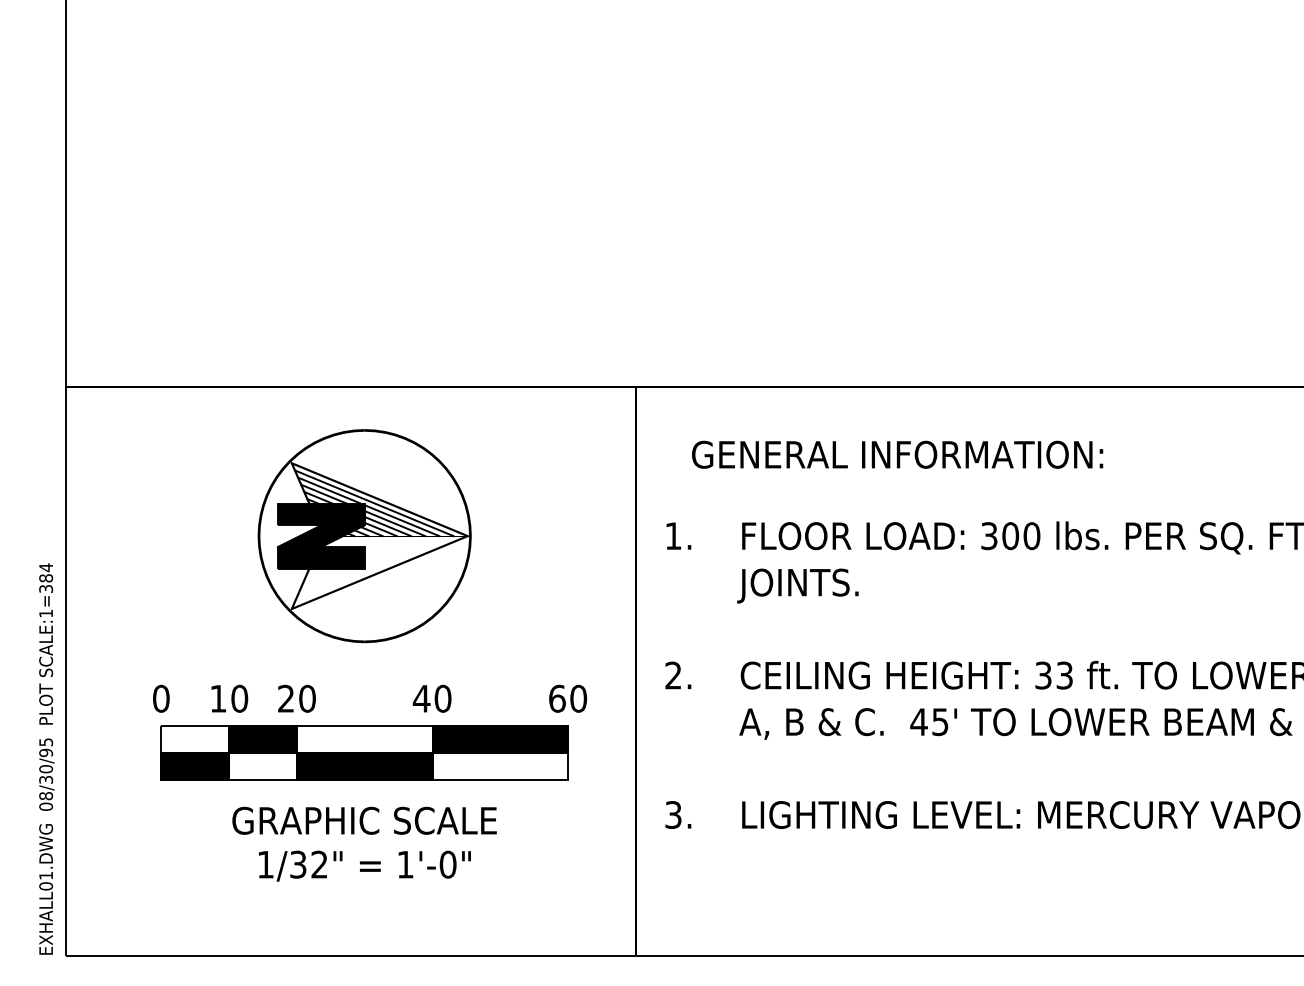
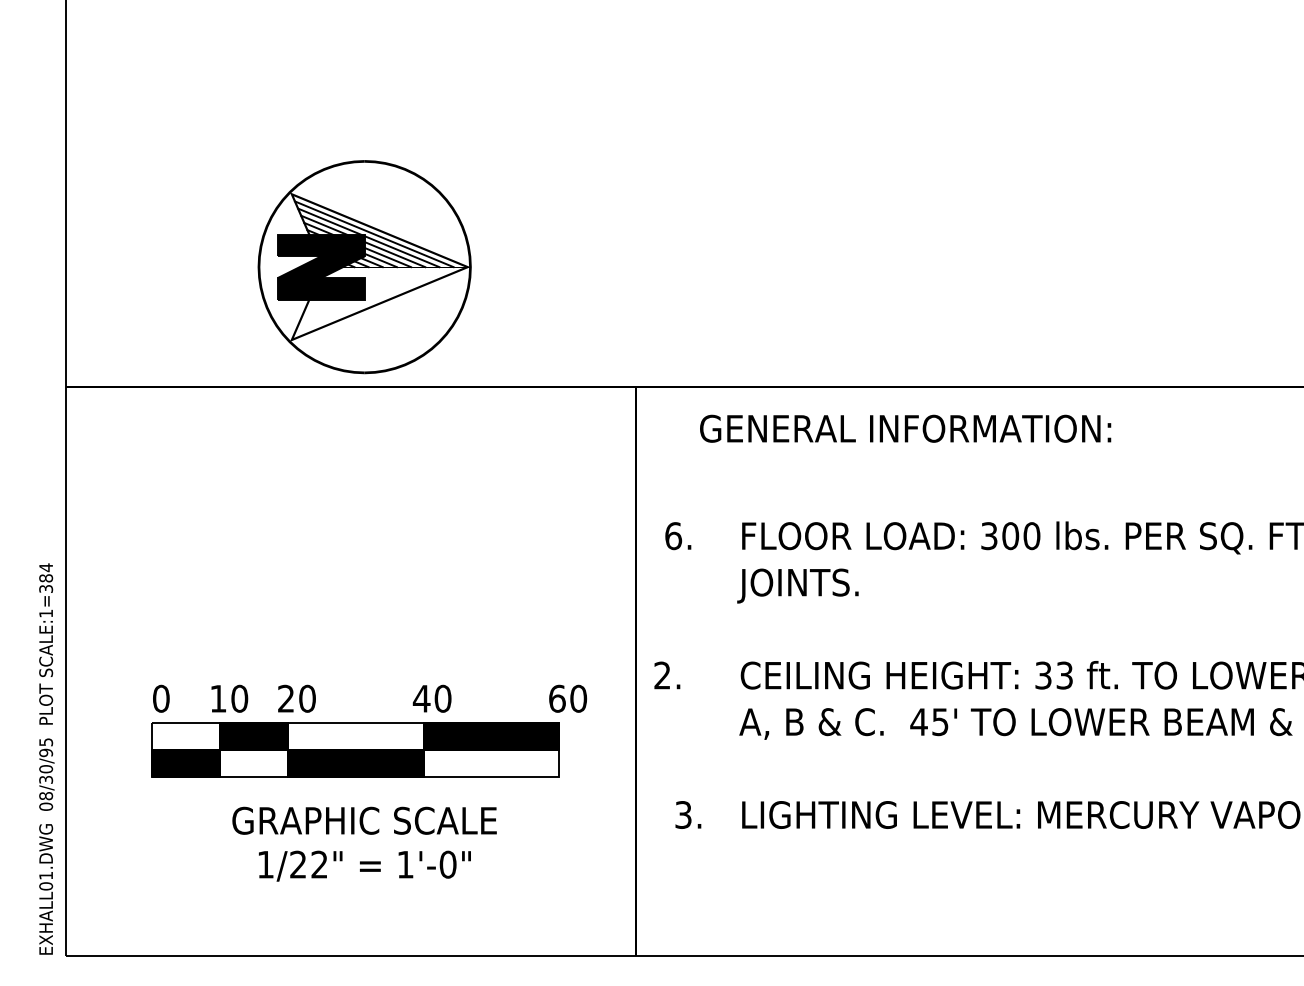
text at (897, 454) position: (897, 454) -> (905, 428)
part at (364, 536) position: (364, 536) -> (364, 267)
text at (673, 536): 1. -> 6.
text at (678, 675) position: (678, 675) -> (667, 675)
part at (364, 752) position: (364, 752) -> (355, 749)
text at (678, 814) position: (678, 814) -> (688, 814)
text at (298, 864): 1/32" -> 1/22"
